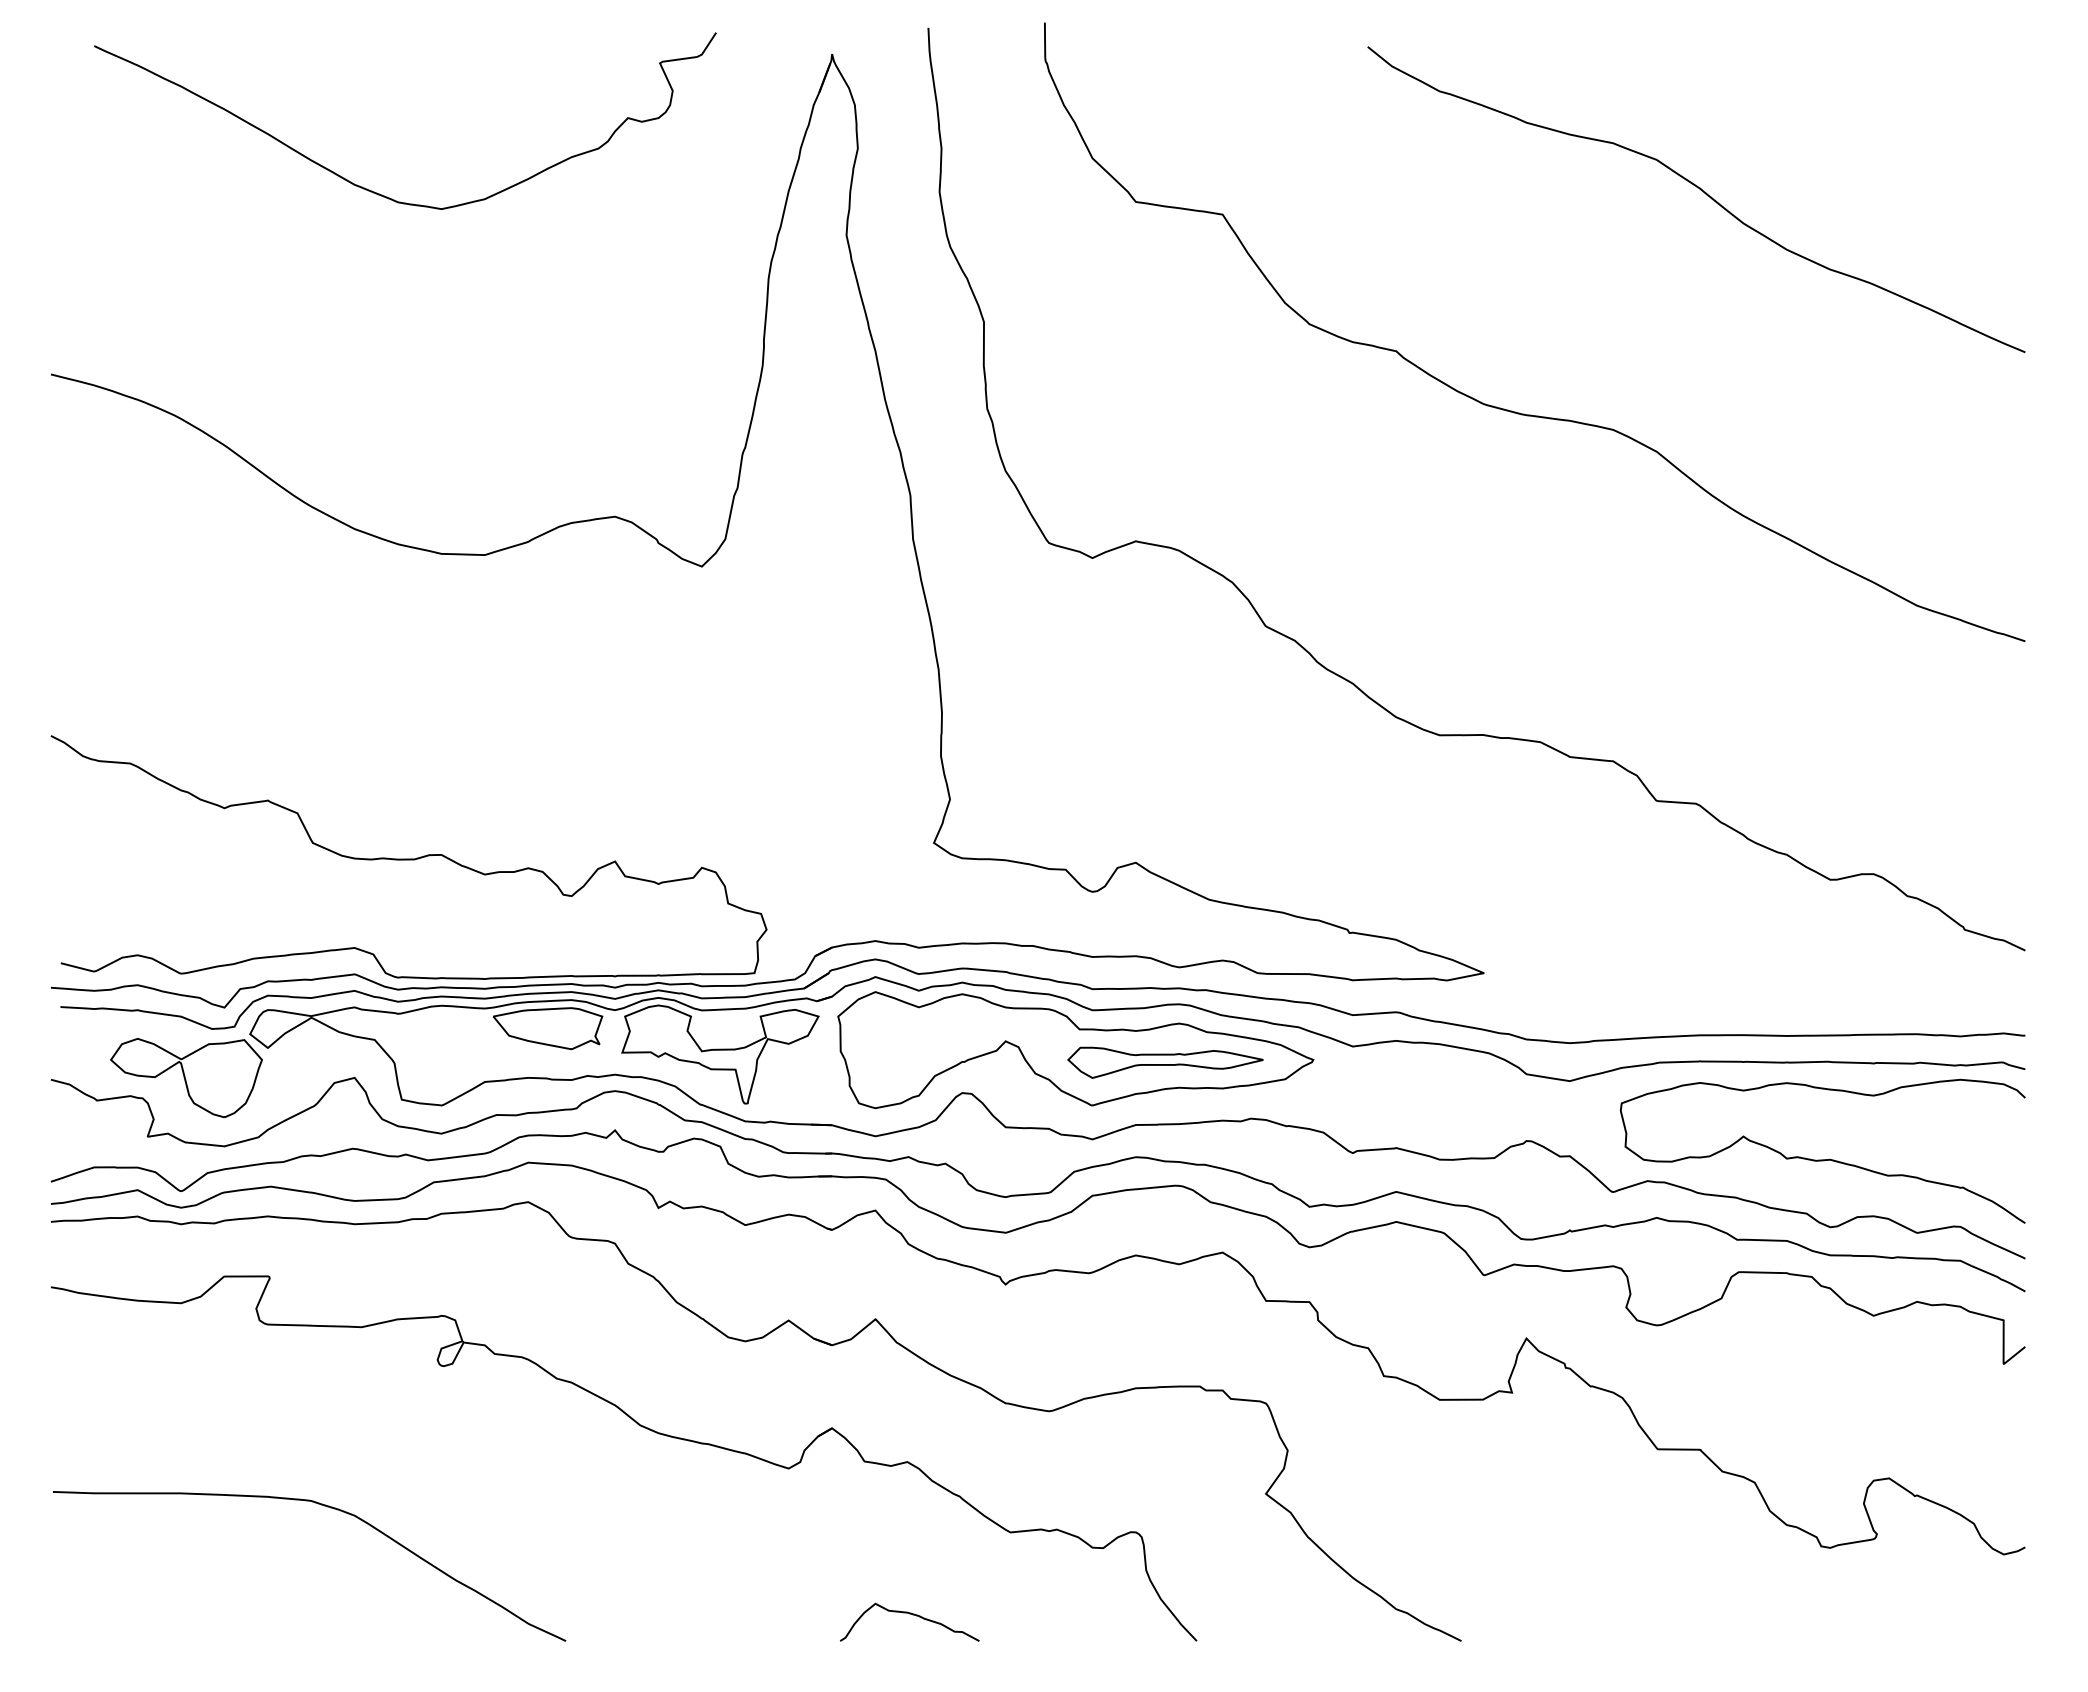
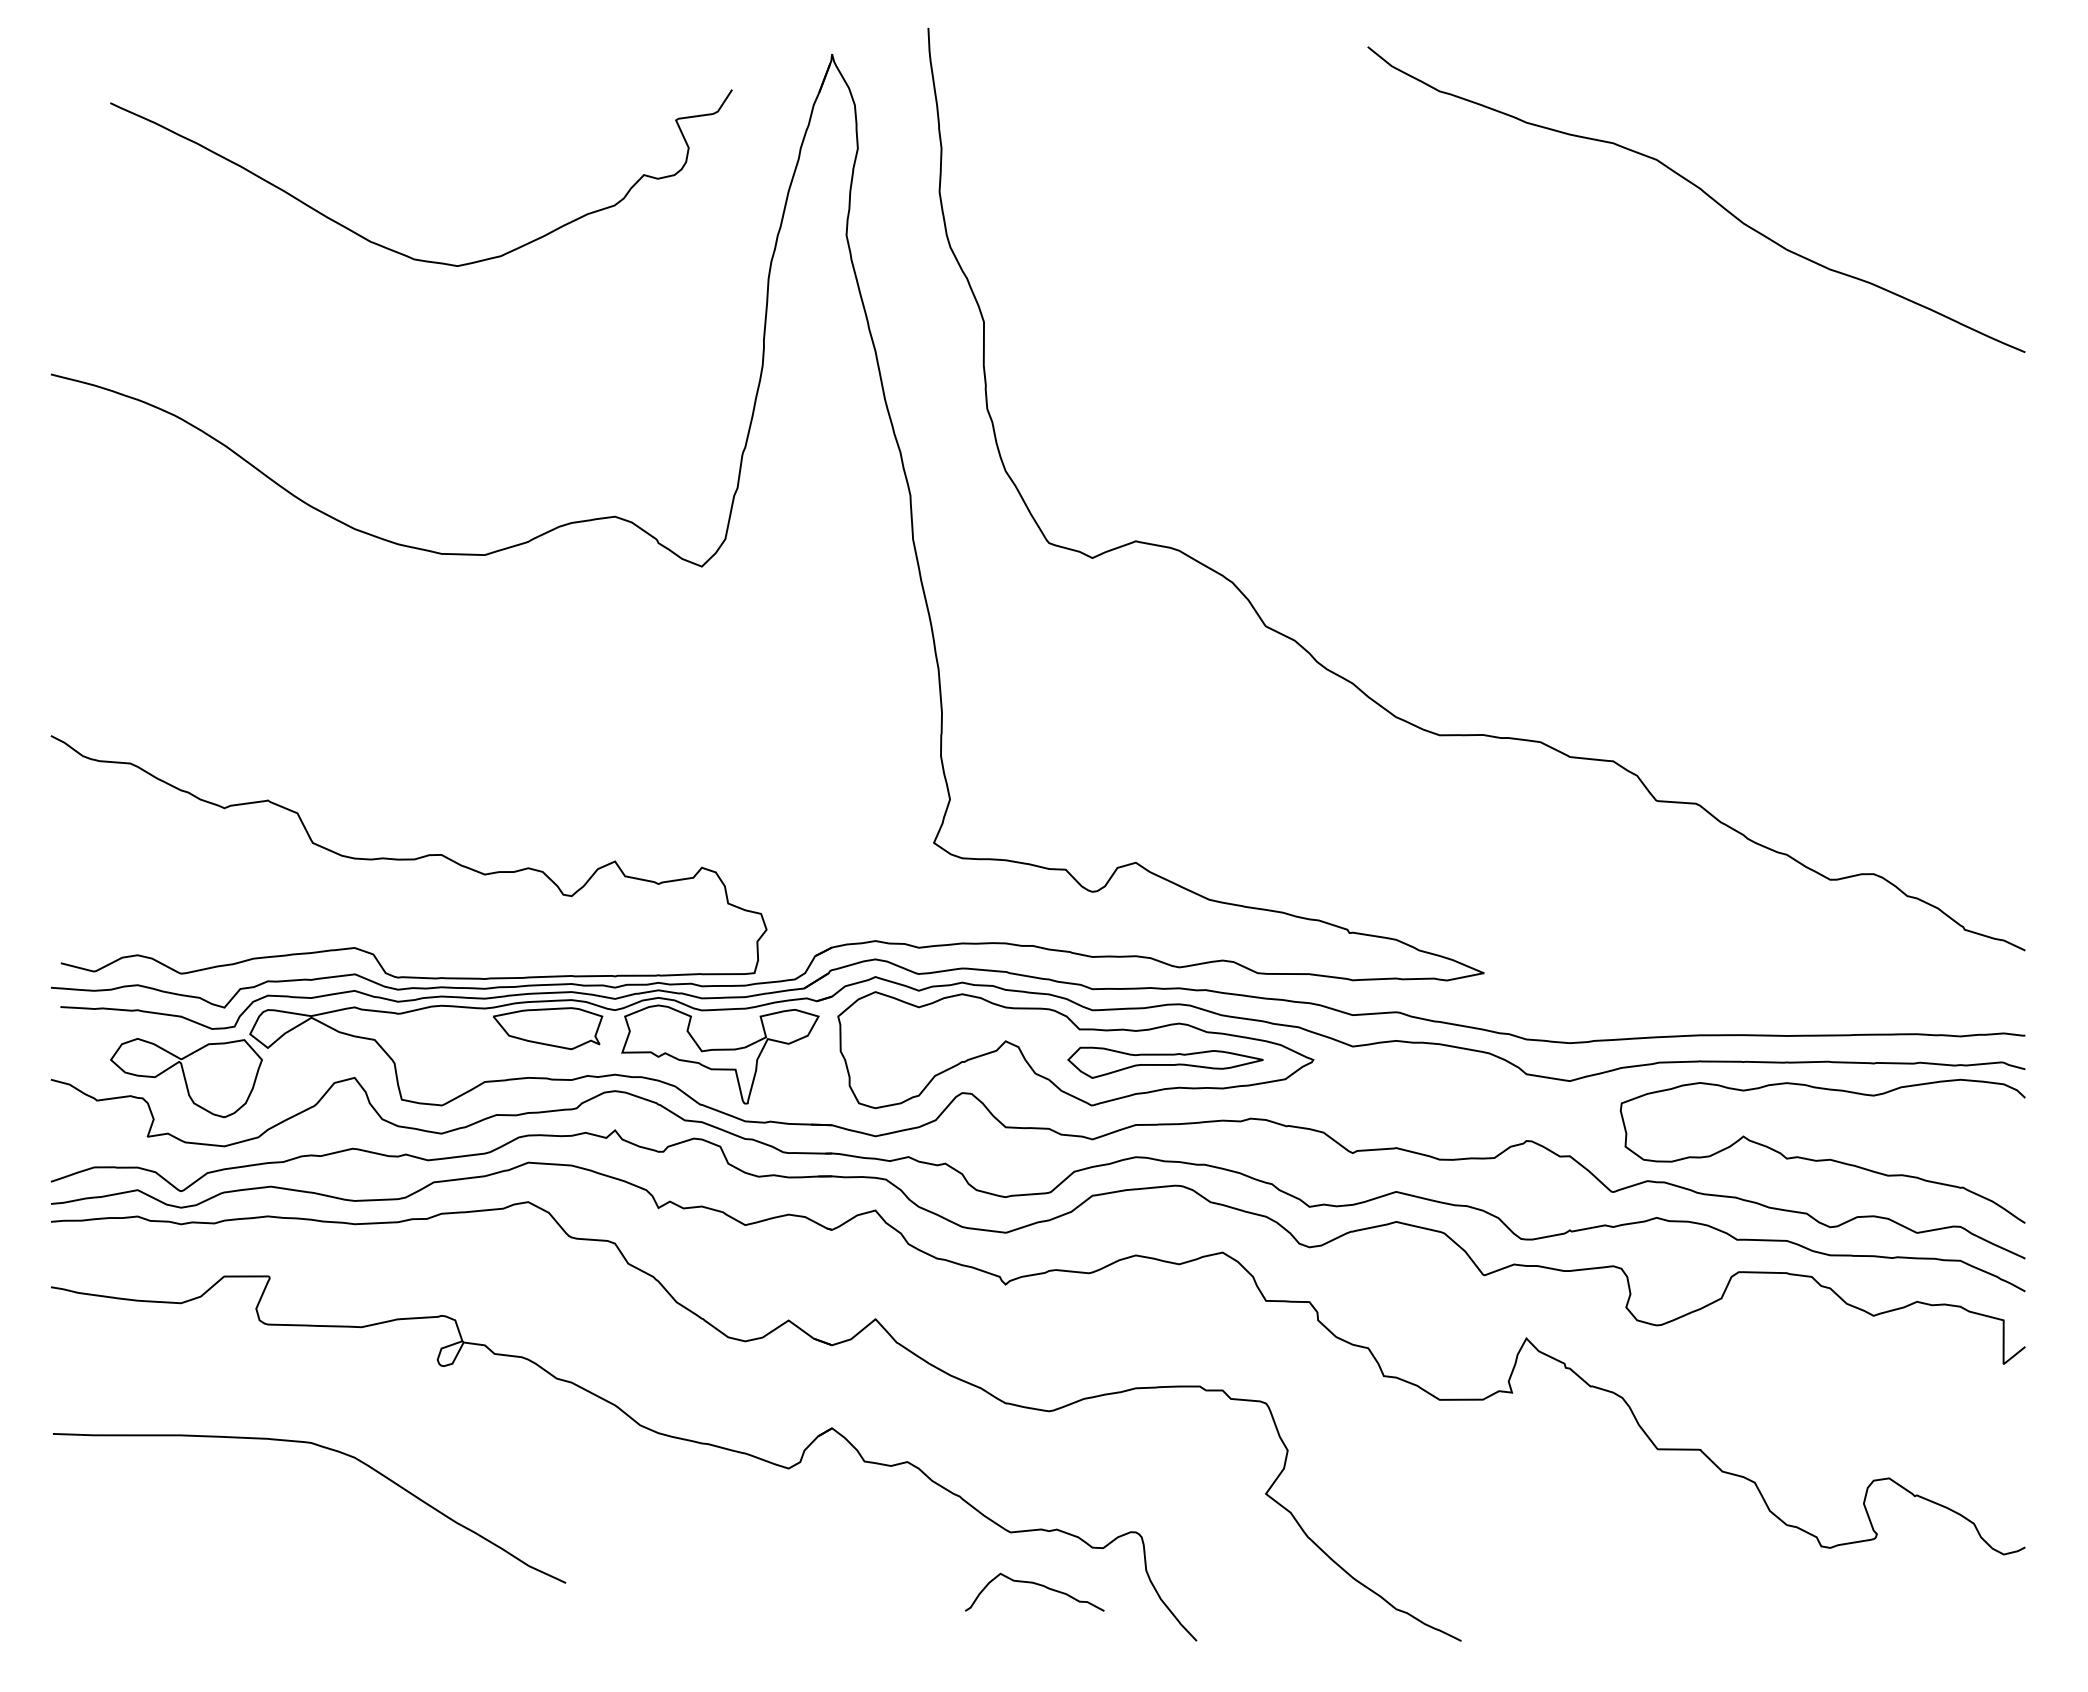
curve at (377, 192) position: (377, 192) -> (393, 249)
curve at (1515, 411): present -> none
curve at (327, 1507) position: (327, 1507) -> (327, 1449)
curve at (912, 1615) position: (912, 1615) -> (1037, 1585)
